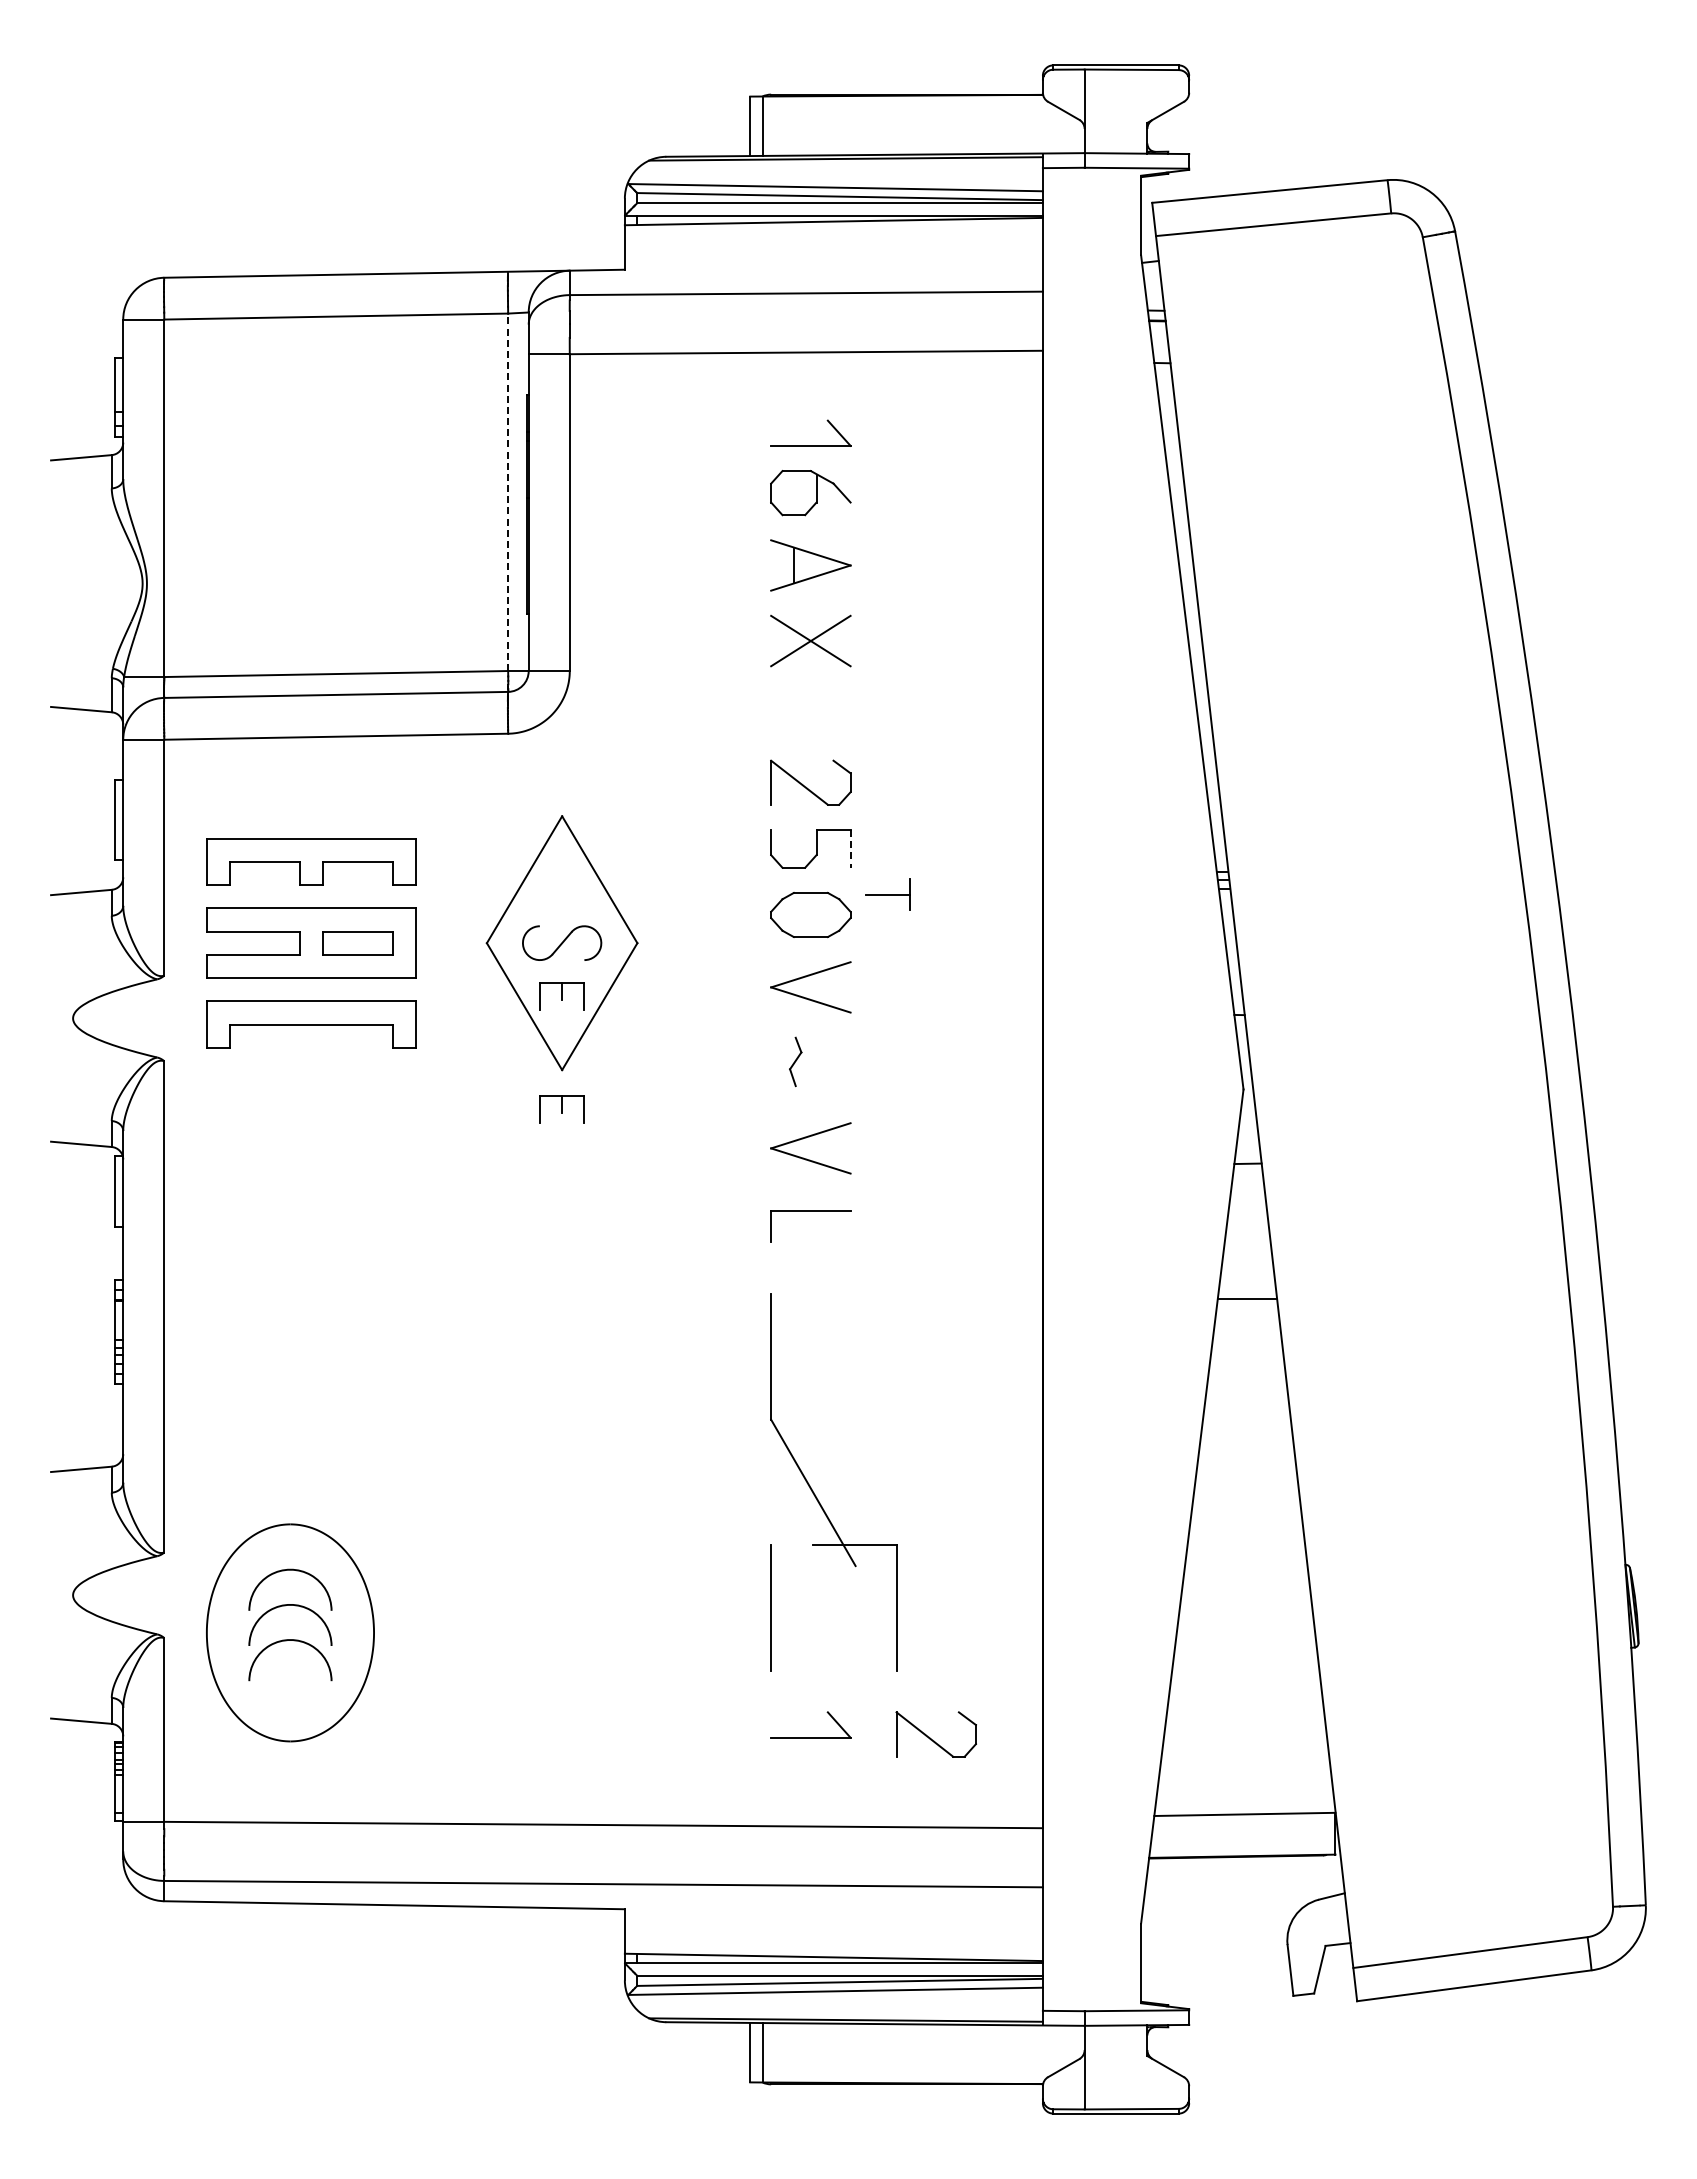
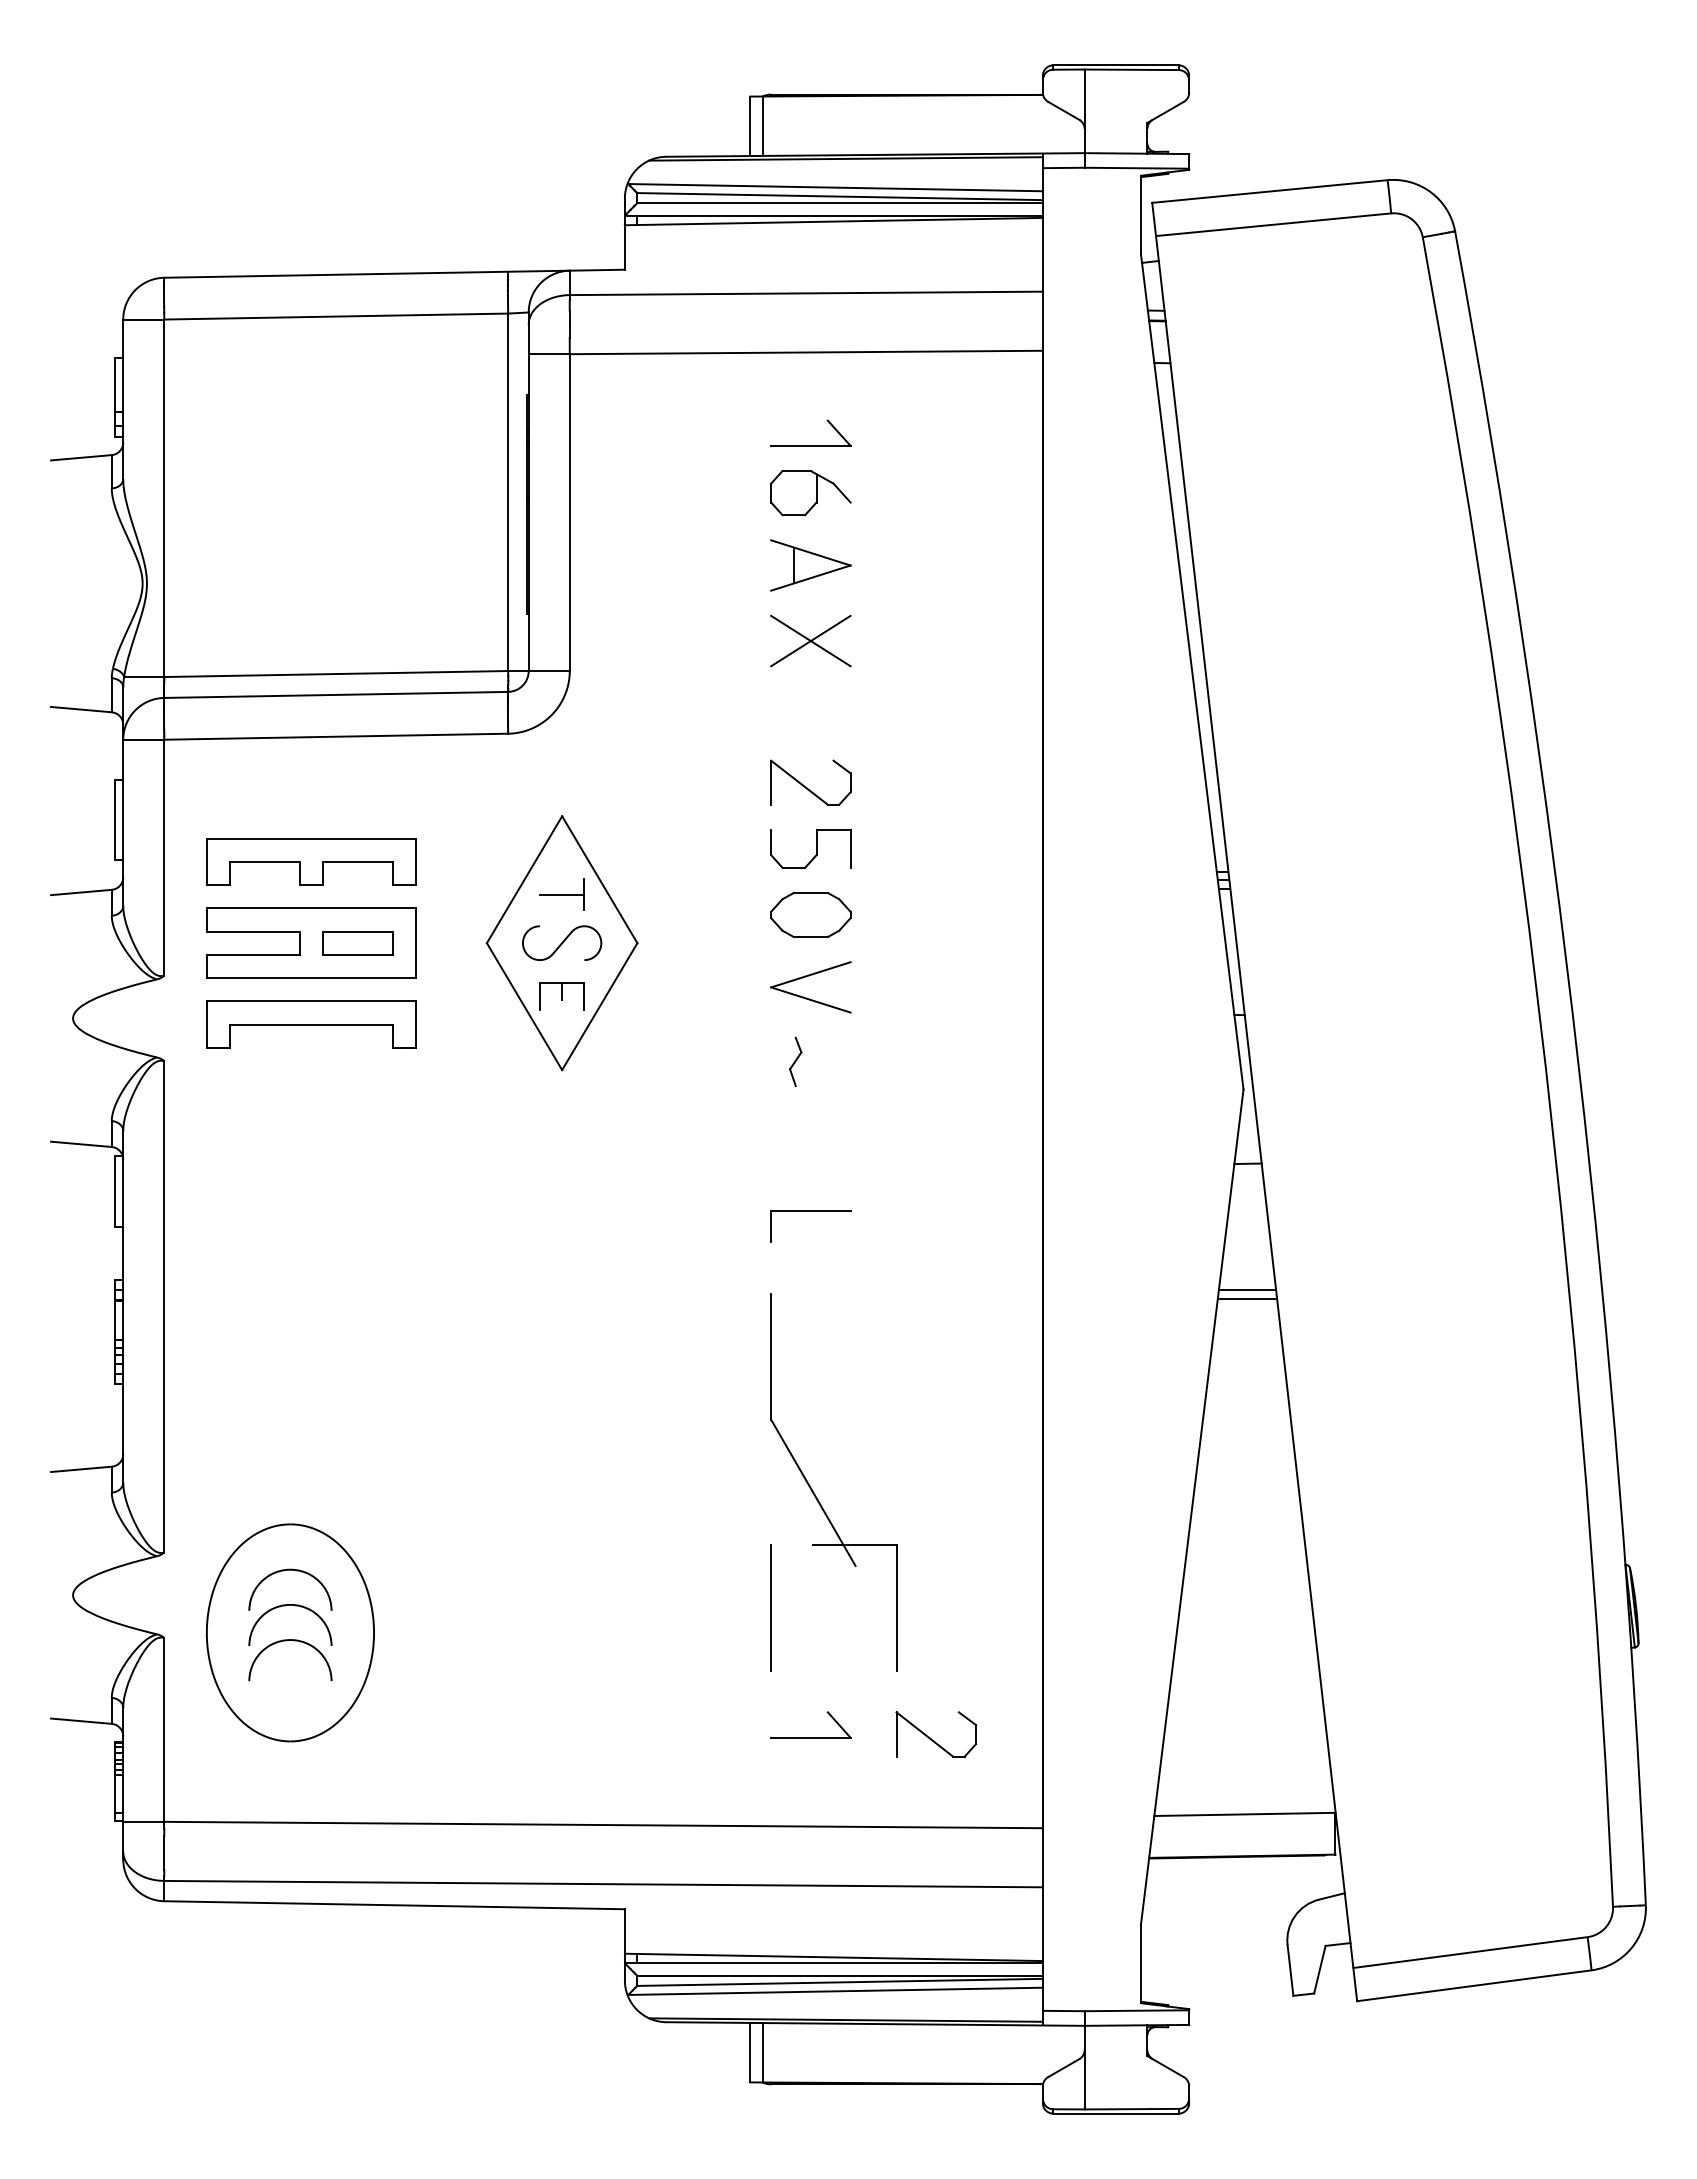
line at (508, 492): dashed -> solid
line at (850, 848): dashed -> solid
part at (887, 894) position: (887, 894) -> (561, 894)
part at (561, 1109): present -> none
part at (806, 1138): present -> none
line at (1247, 1290): none -> present
